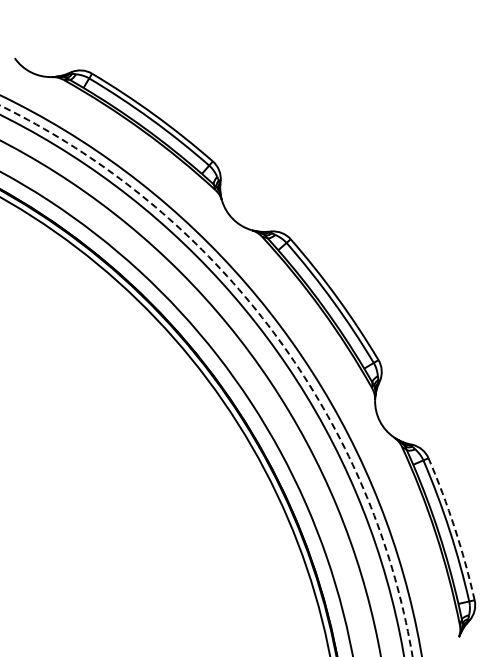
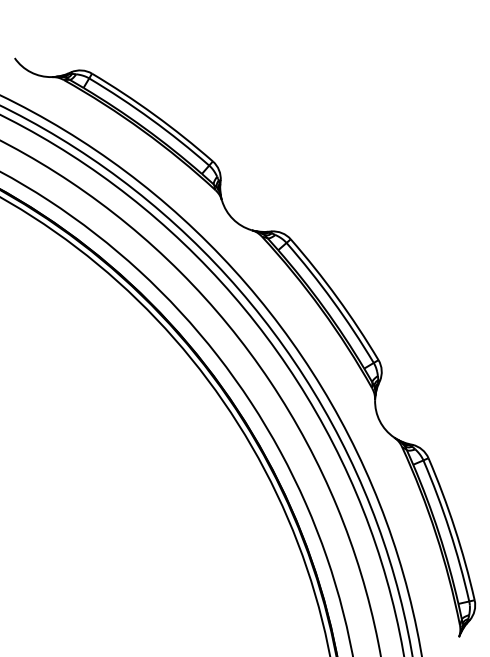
circle at (206, 380): dashed -> solid
arc at (454, 528): dashed -> solid
